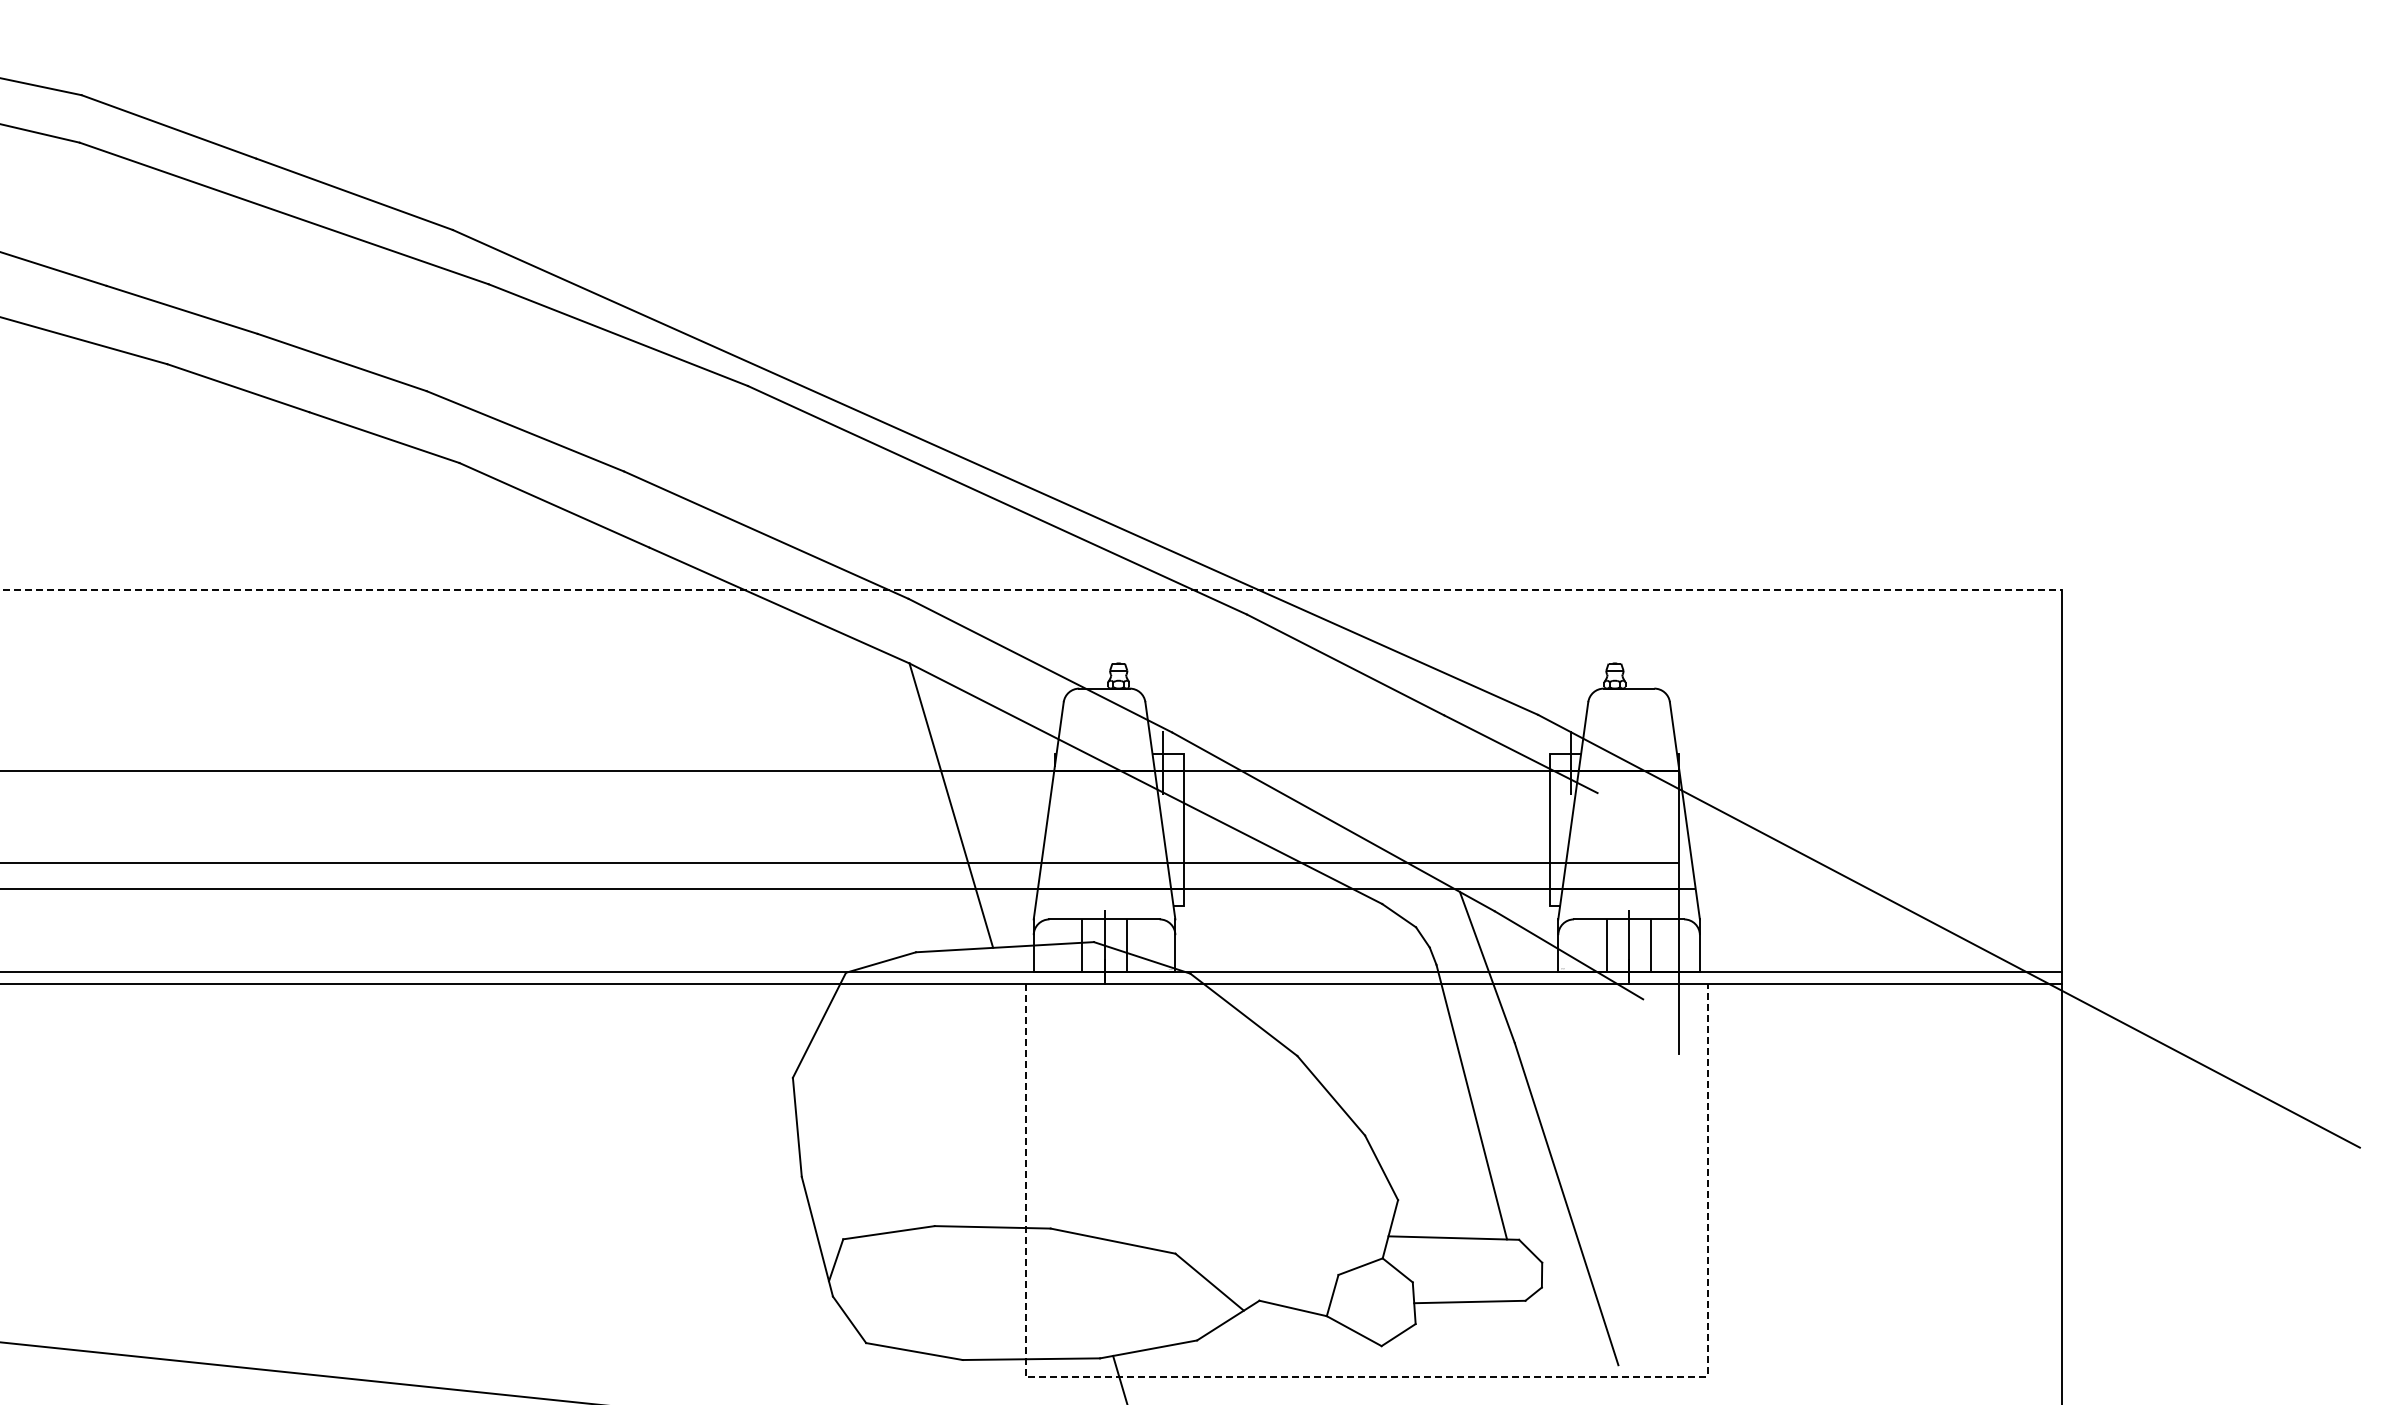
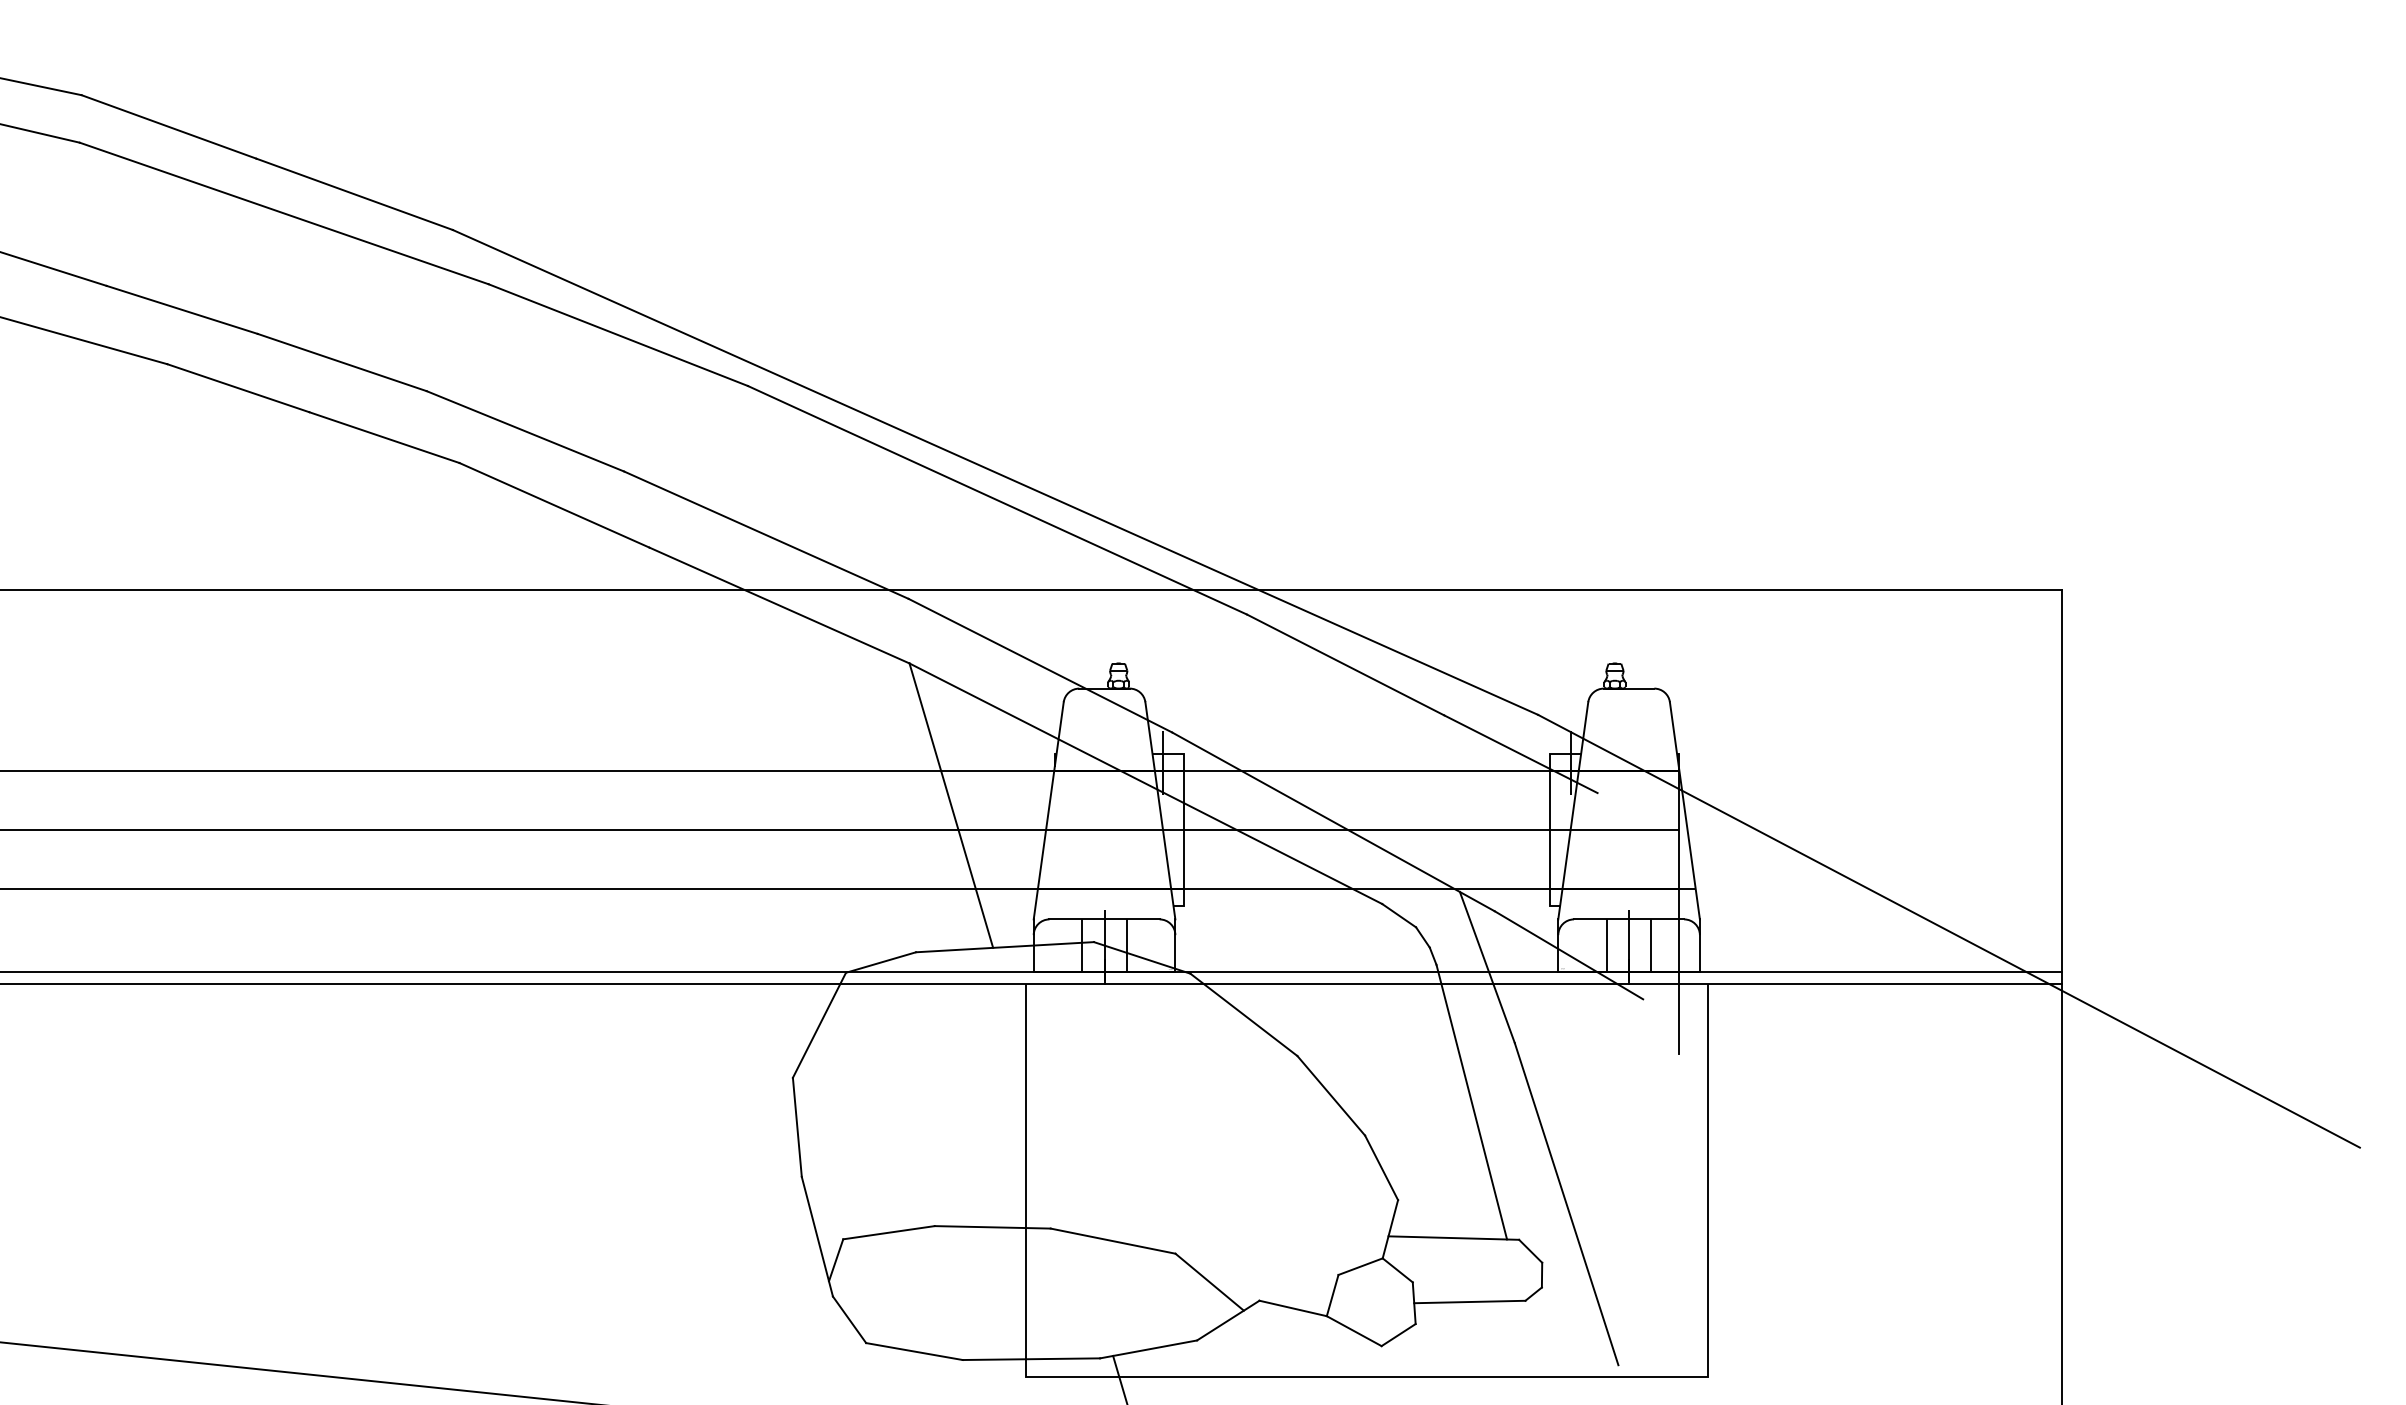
line at (1030, 590): dashed -> solid
line at (840, 863) position: (840, 863) -> (840, 830)
line at (1366, 1377): dashed -> solid
